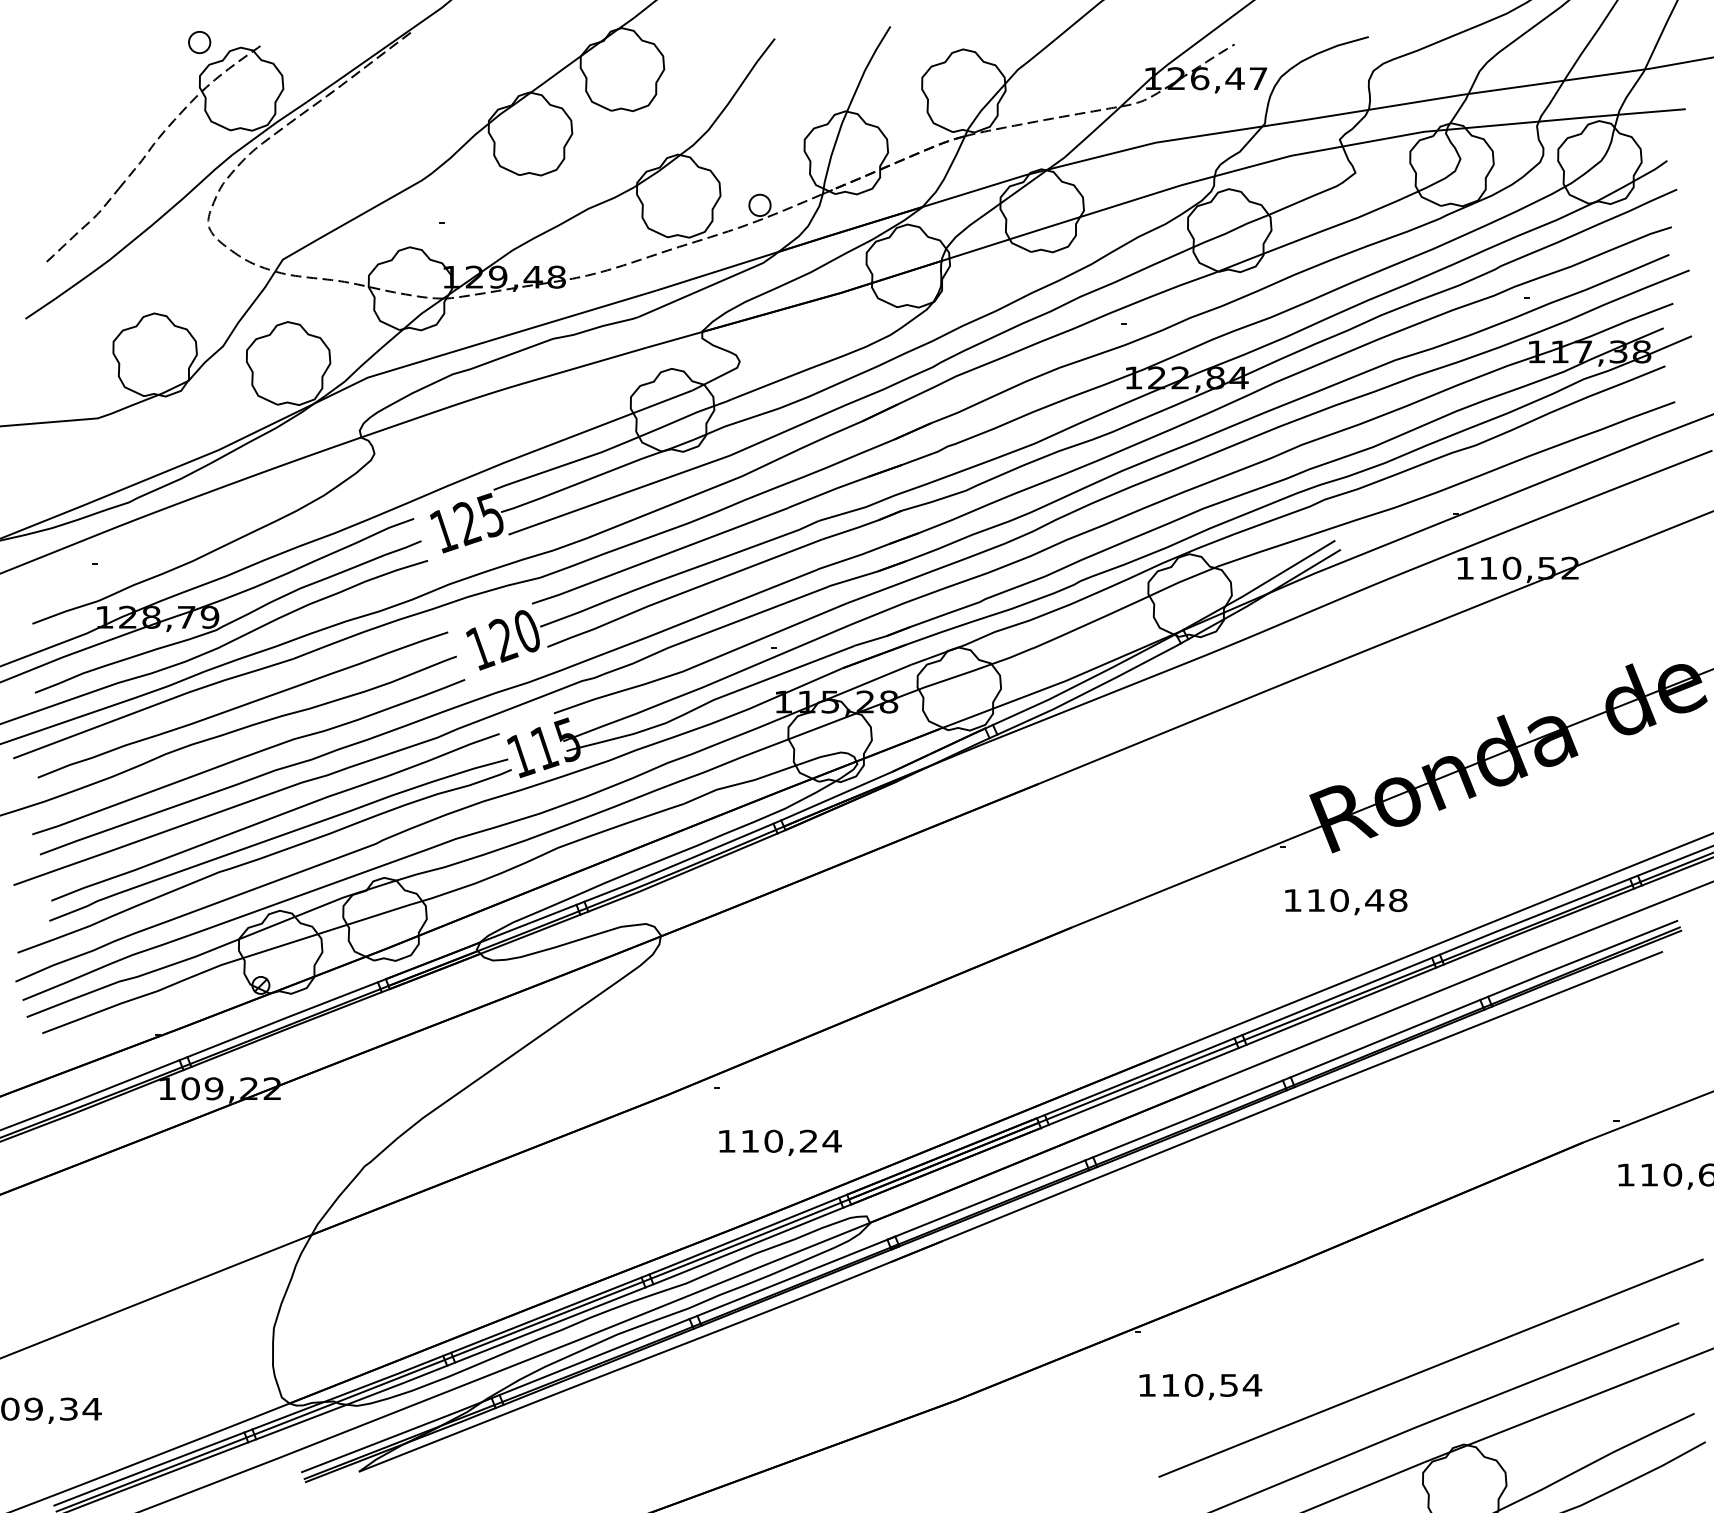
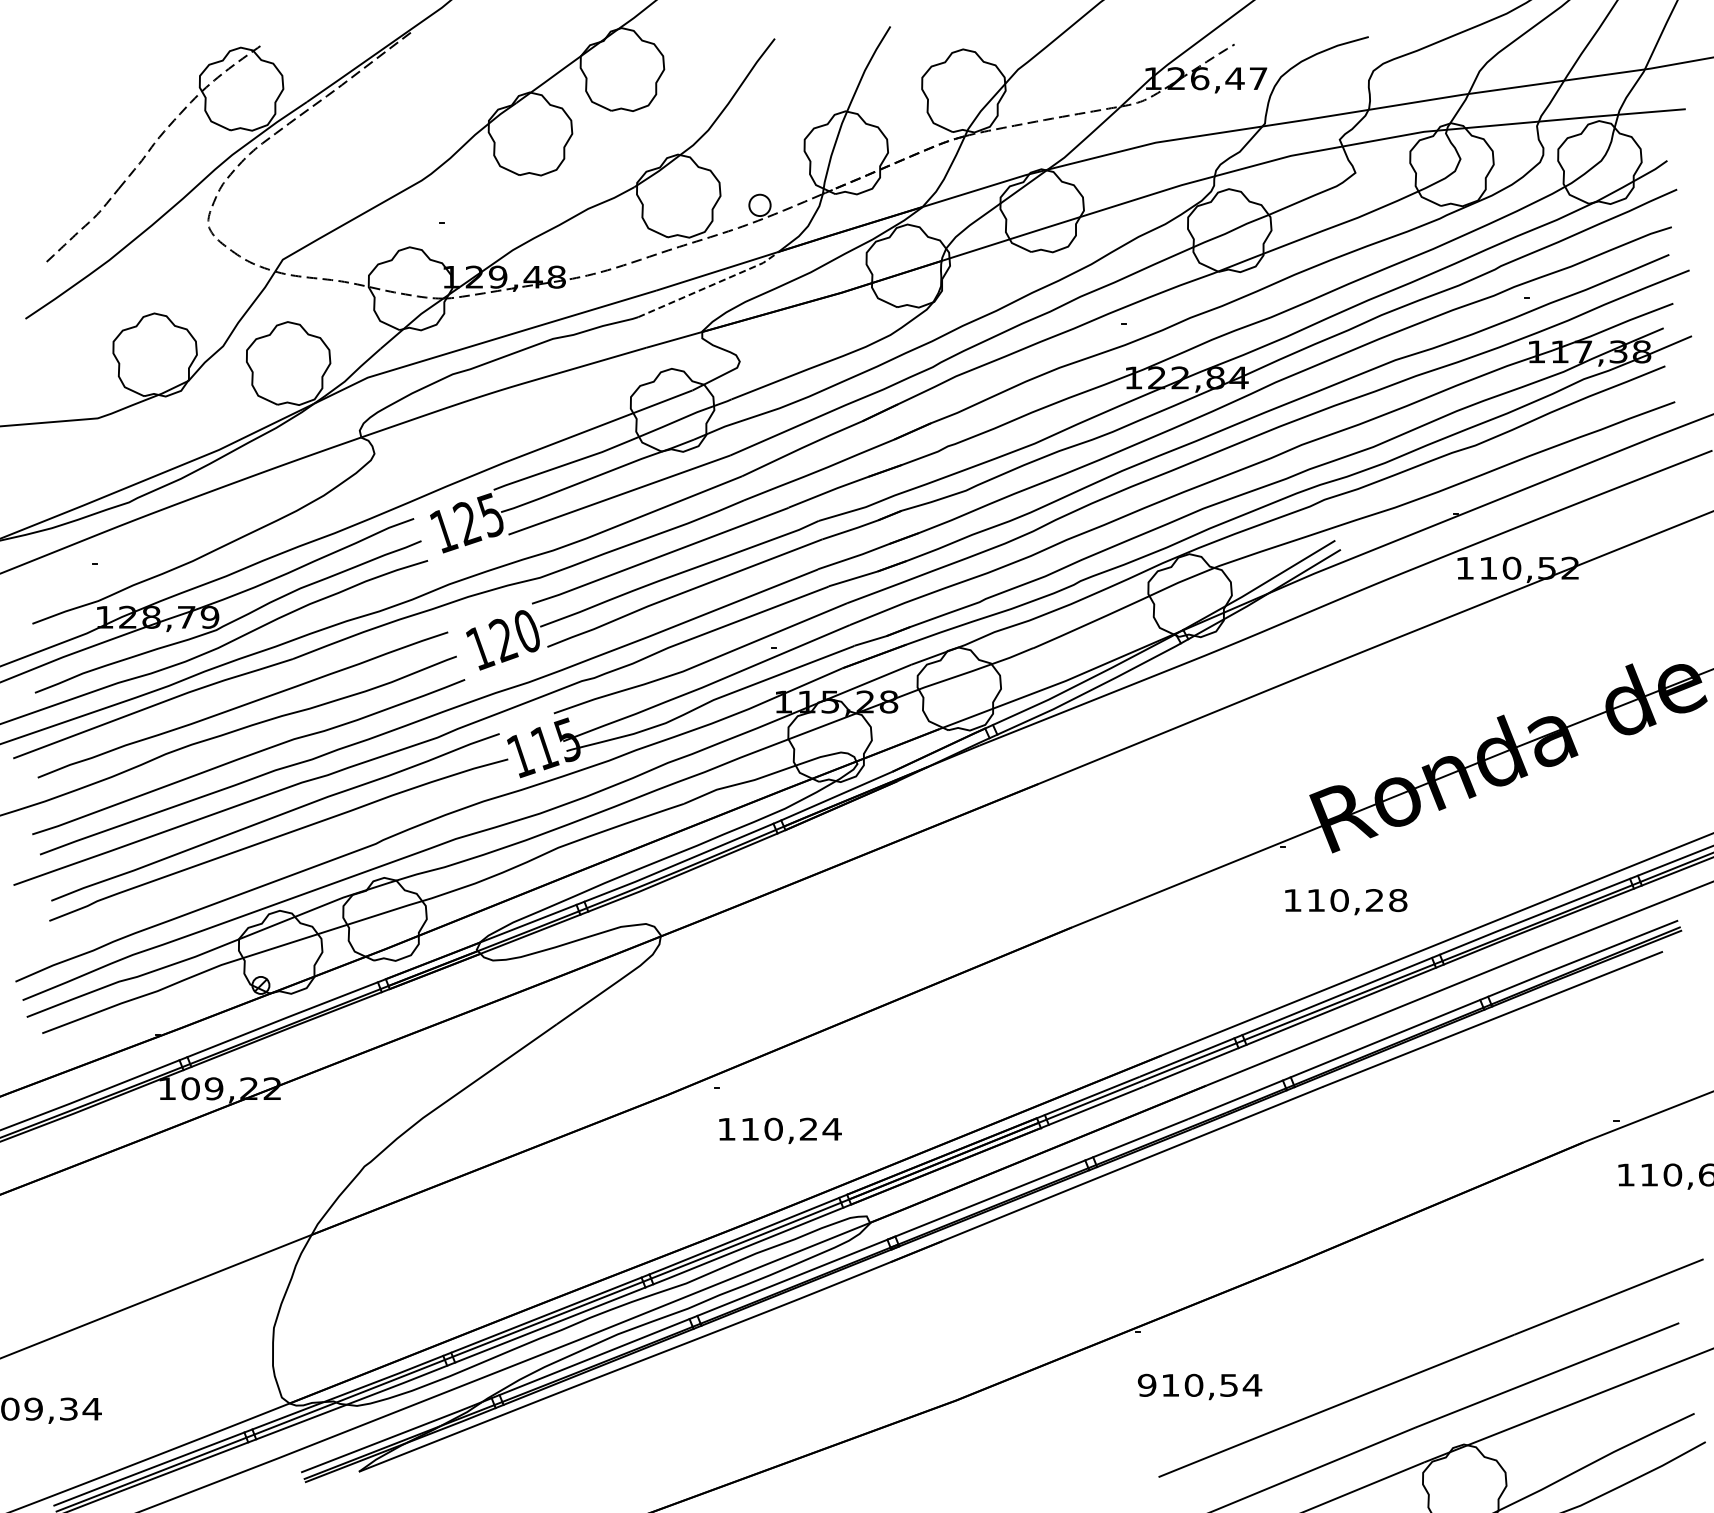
part at (199, 42): present -> none
line at (711, 285): solid -> dashed
curve at (264, 858): present -> none
text at (1374, 900): 110,48 -> 110,28
text at (780, 1142) position: (780, 1142) -> (780, 1130)
text at (1146, 1384): 110,54 -> 910,54
